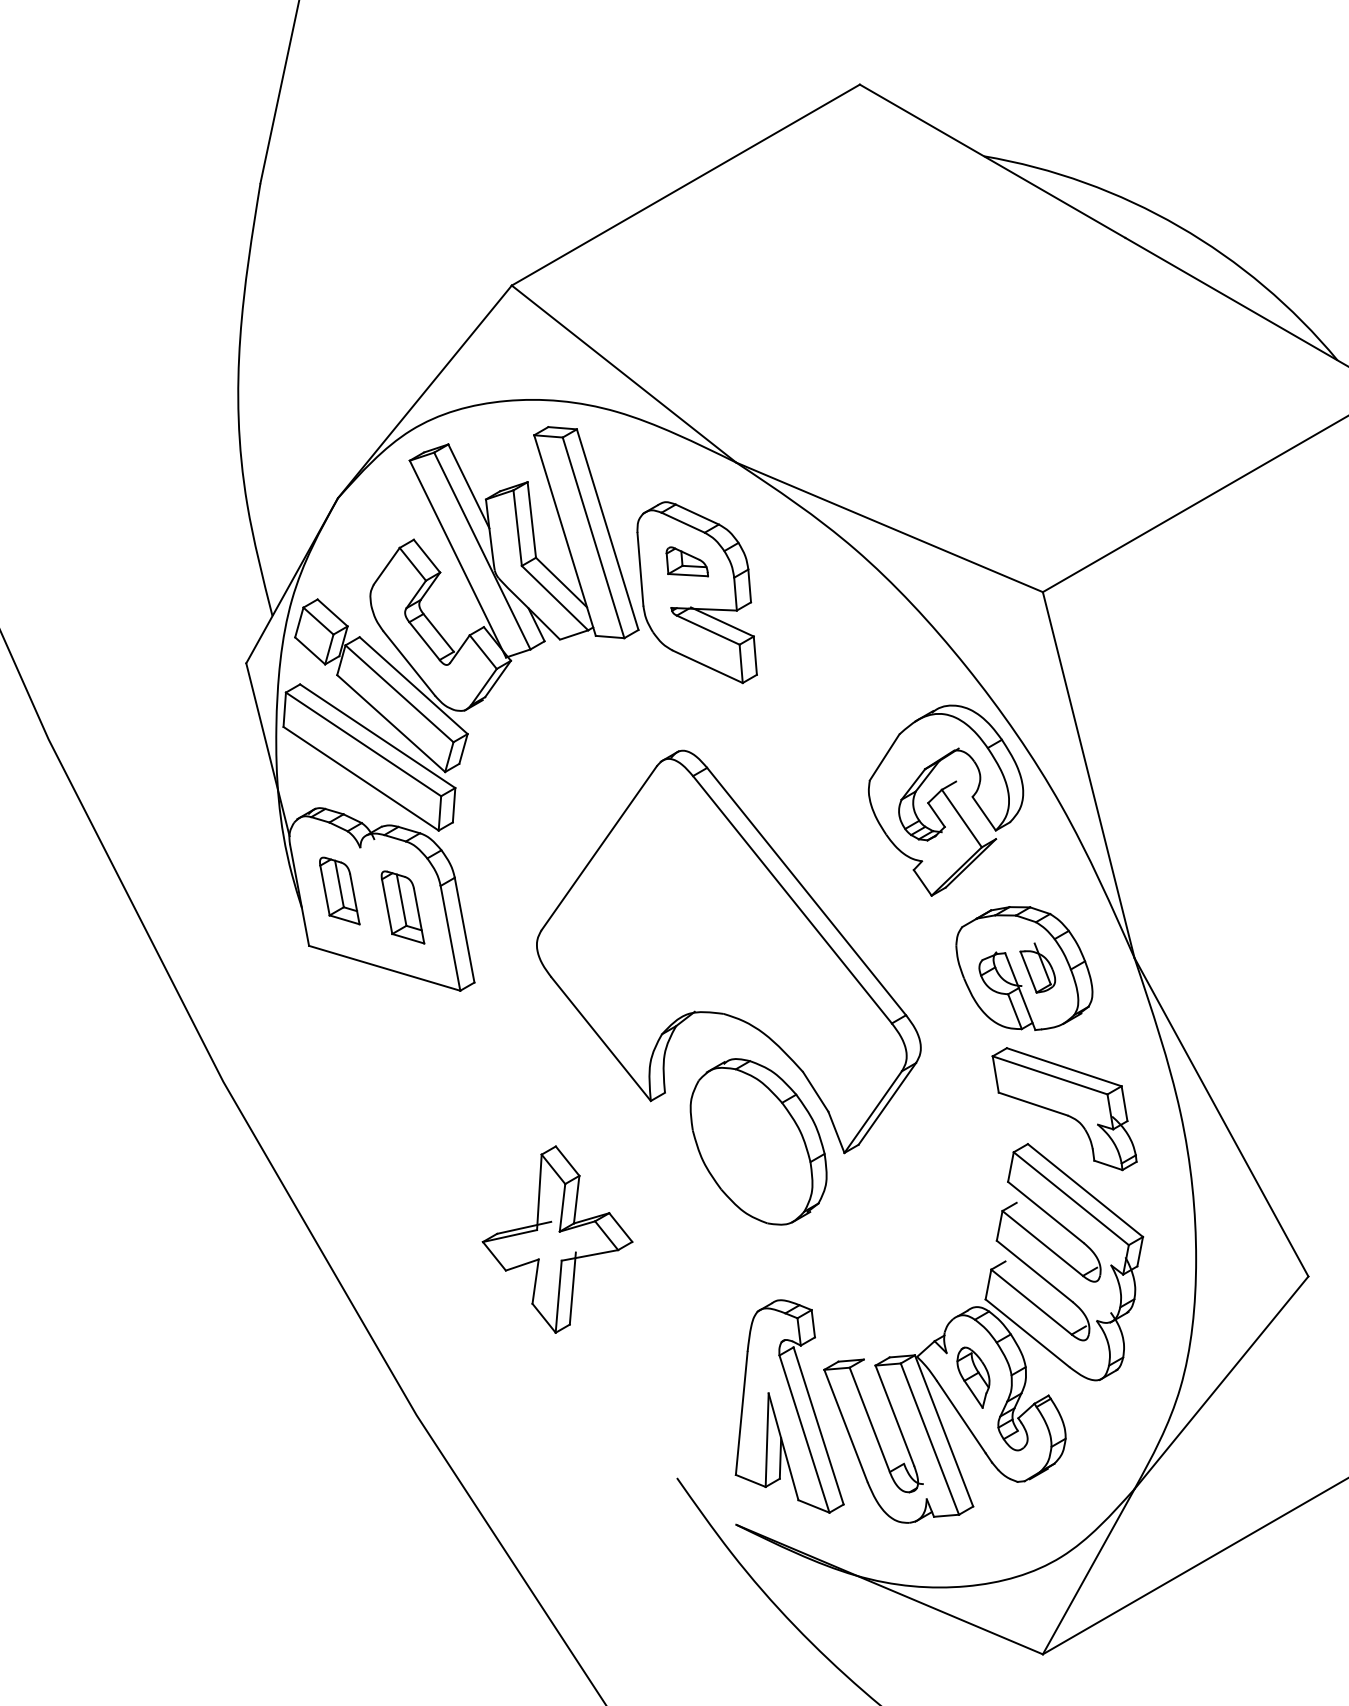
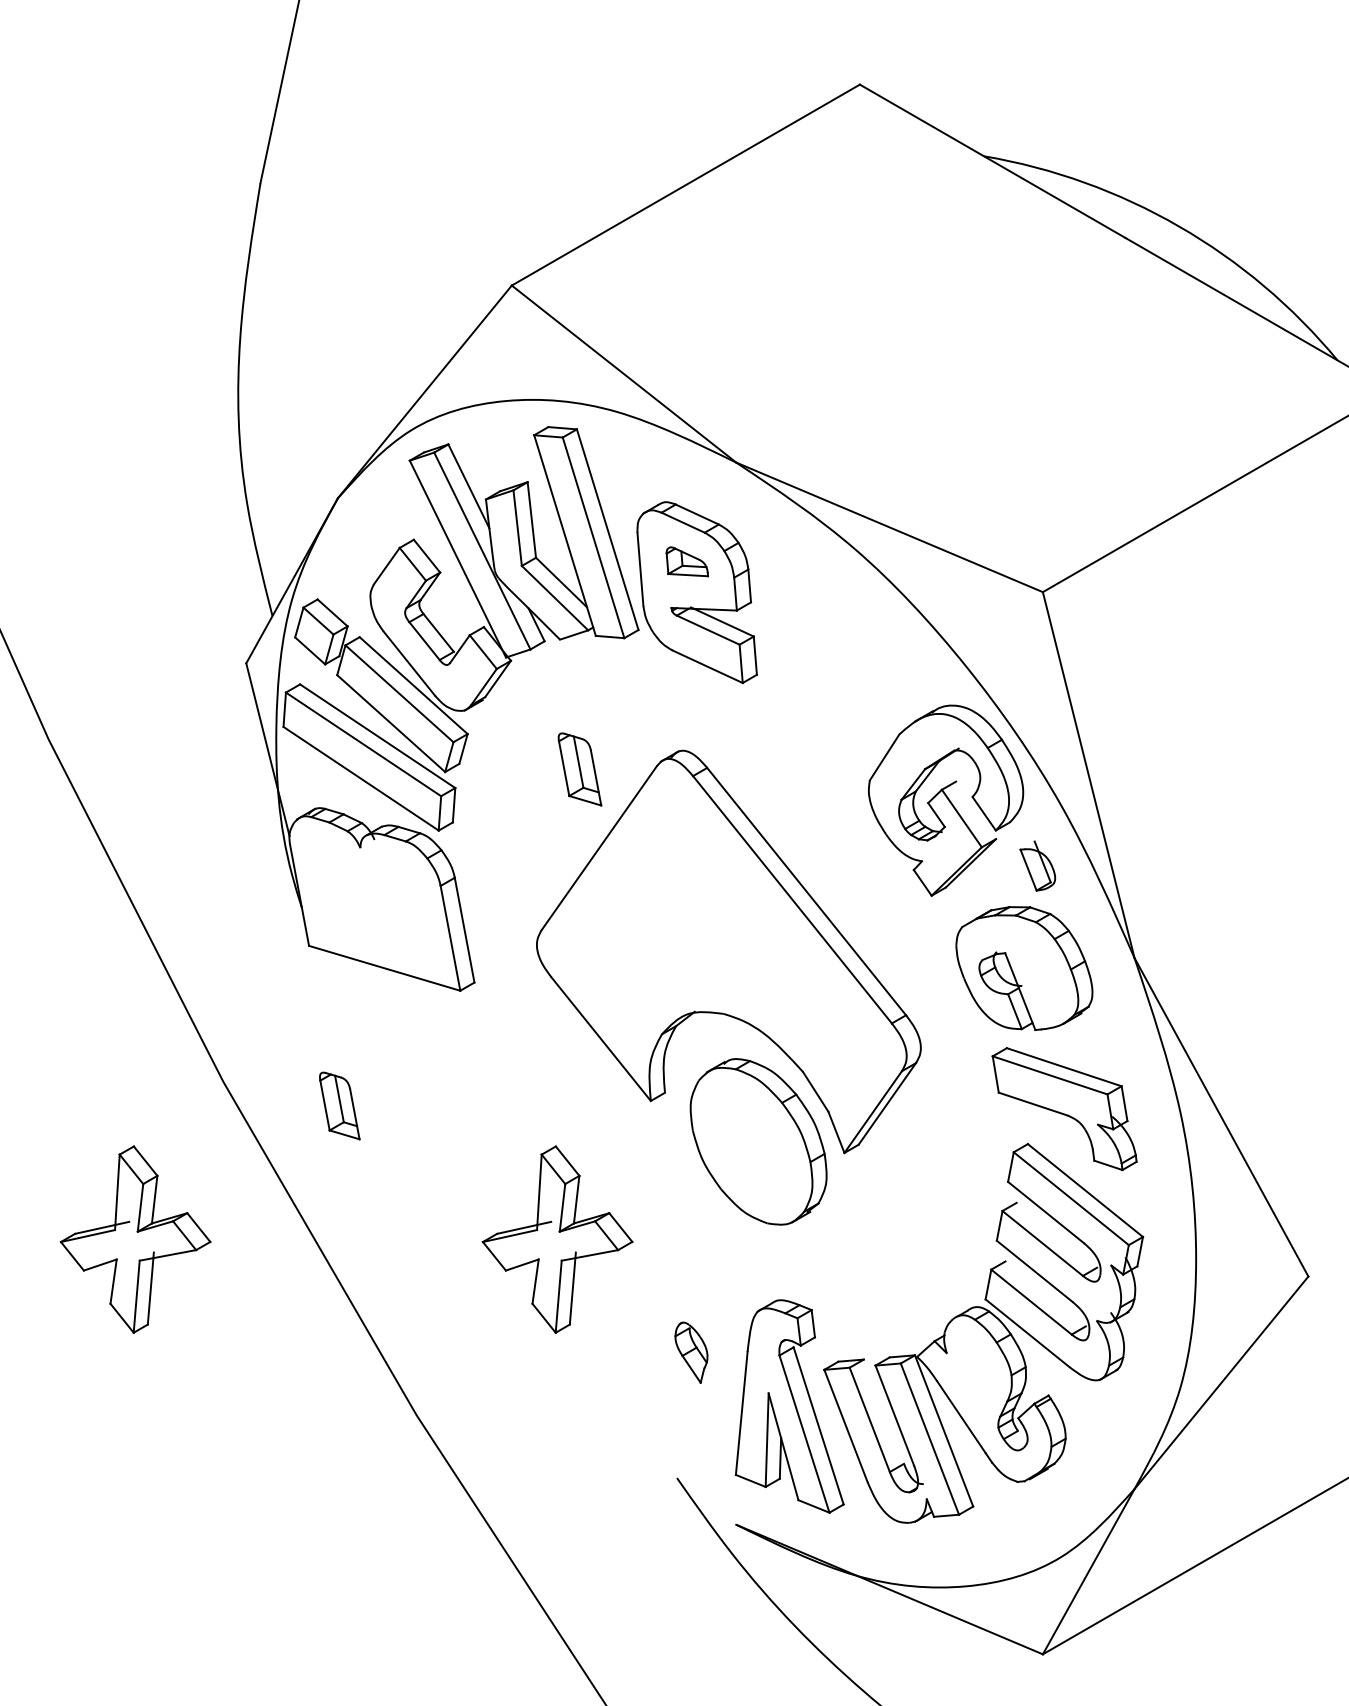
part at (339, 890) position: (339, 890) -> (339, 1105)
part at (402, 907) position: (402, 907) -> (579, 769)
part at (1037, 967) position: (1037, 967) -> (1037, 865)
part at (135, 1239): none -> present
part at (973, 1377) position: (973, 1377) -> (691, 1352)
